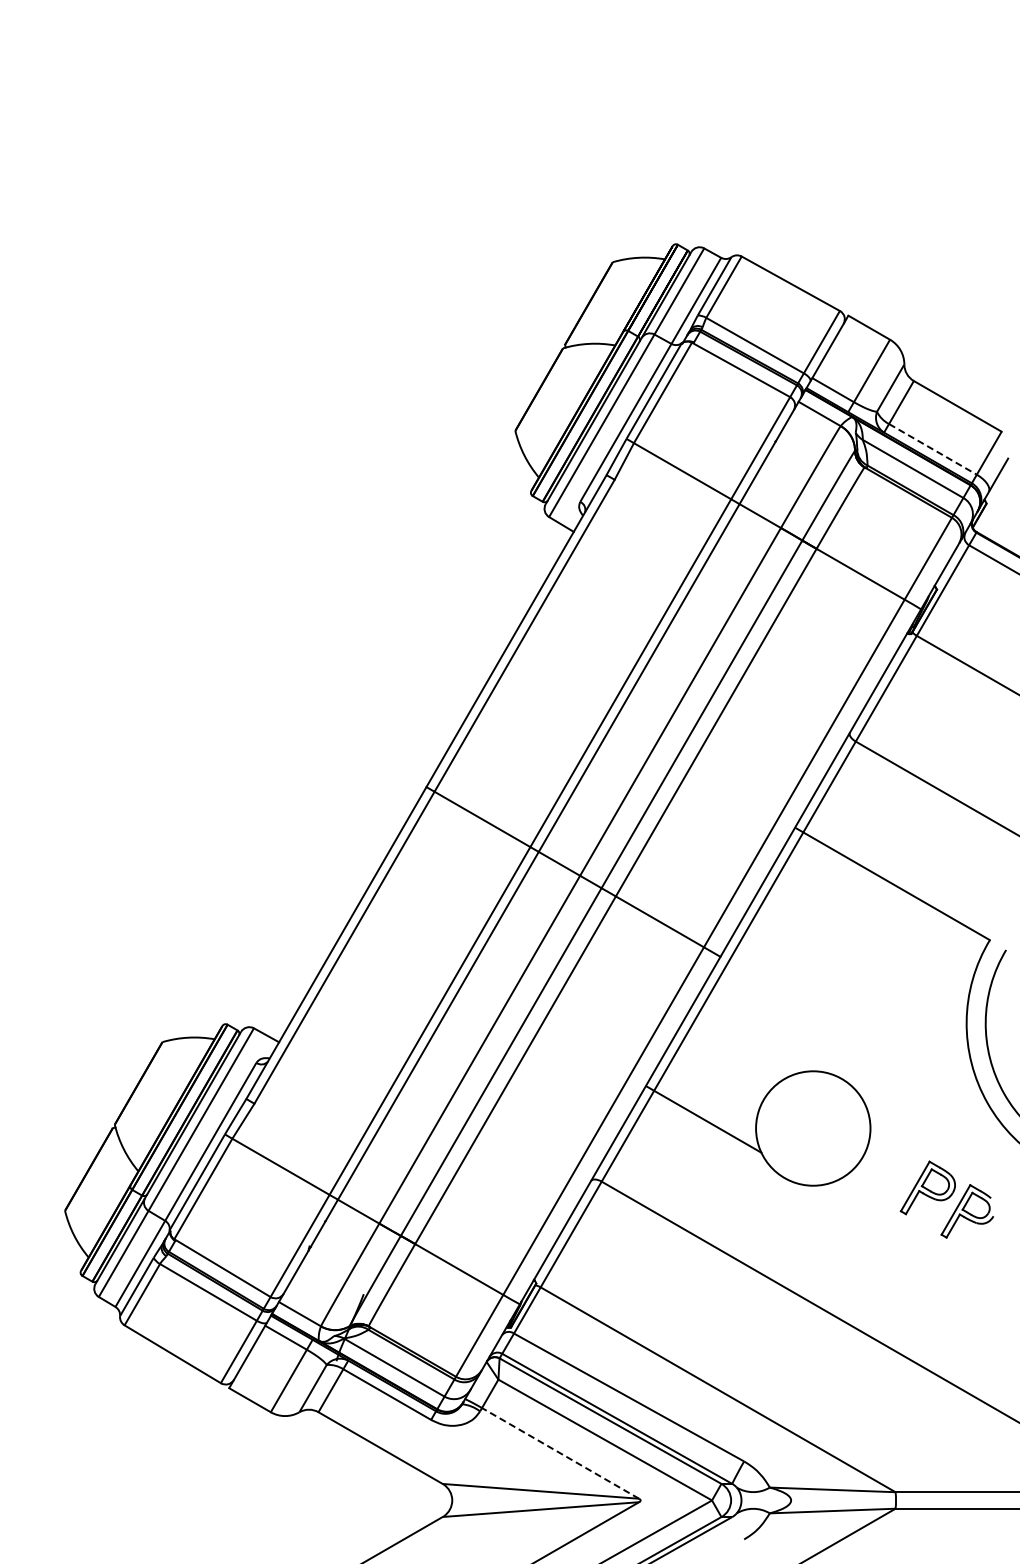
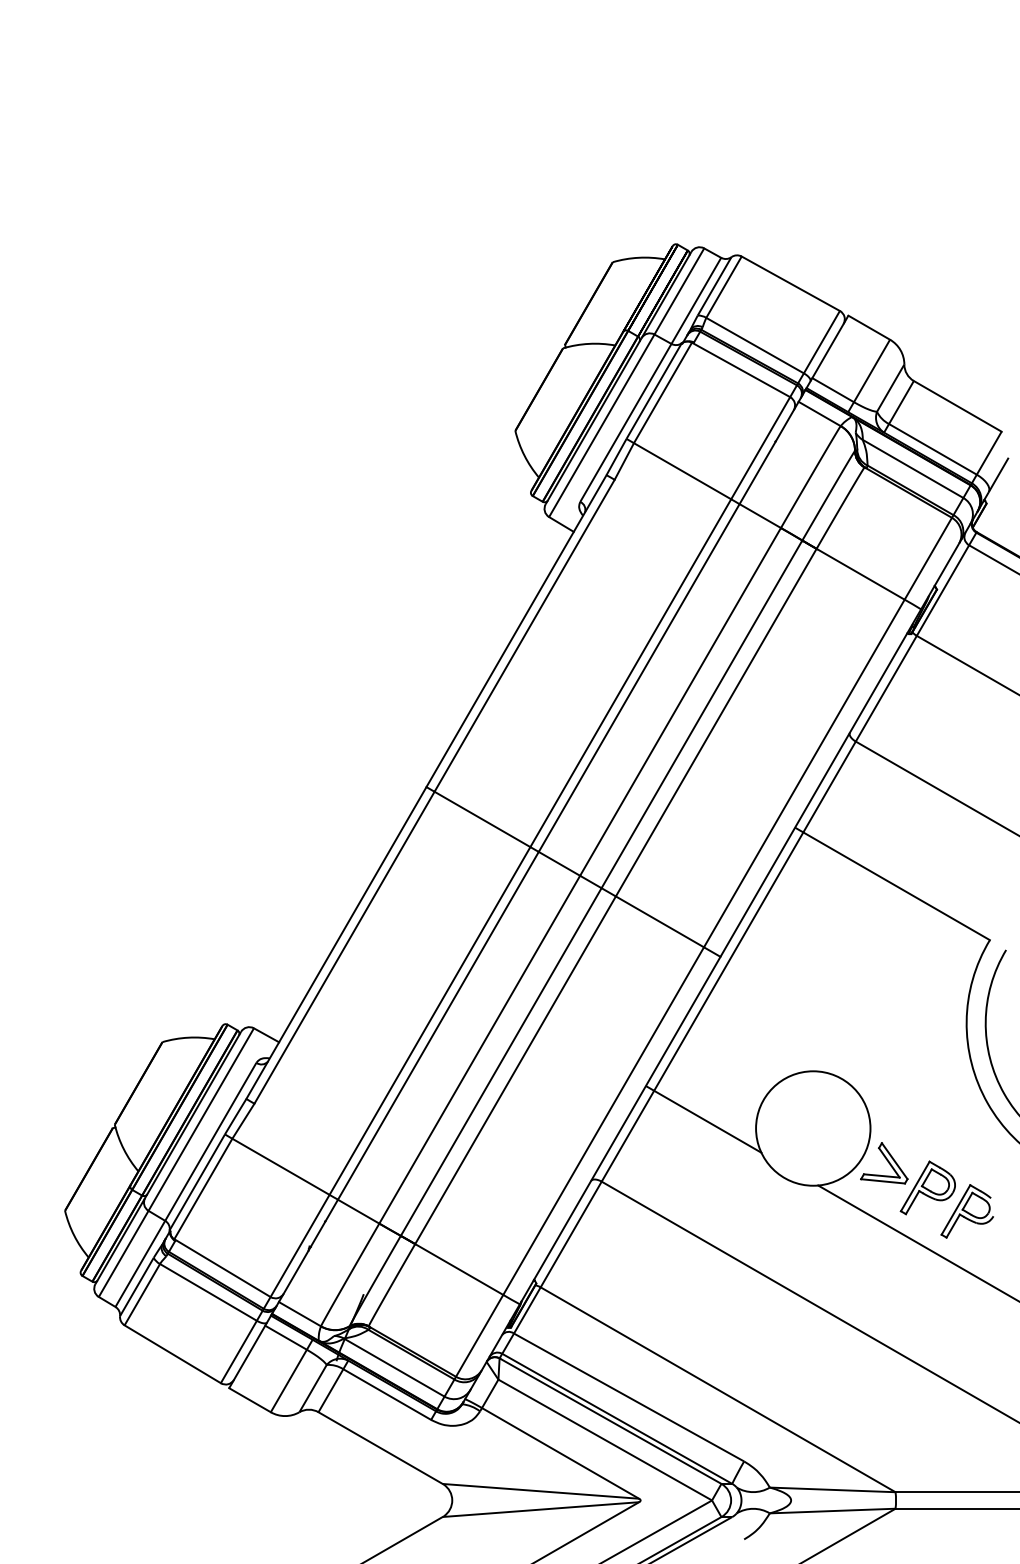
line at (932, 449): dashed -> solid
part at (884, 1163): none -> present
line at (917, 1242): none -> present
line at (560, 1453): dashed -> solid
